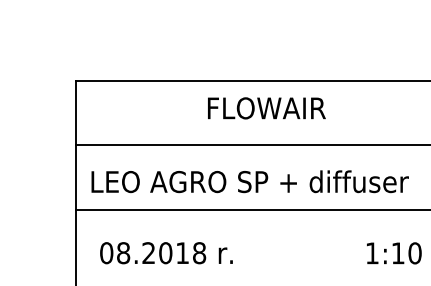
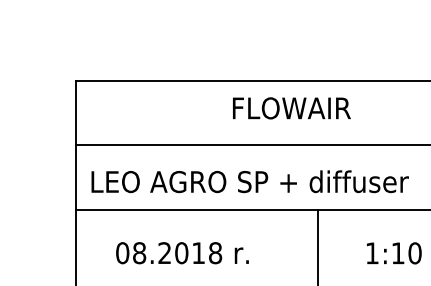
text at (266, 108) position: (266, 108) -> (291, 108)
line at (317, 245): none -> present
text at (166, 253) position: (166, 253) -> (182, 253)
